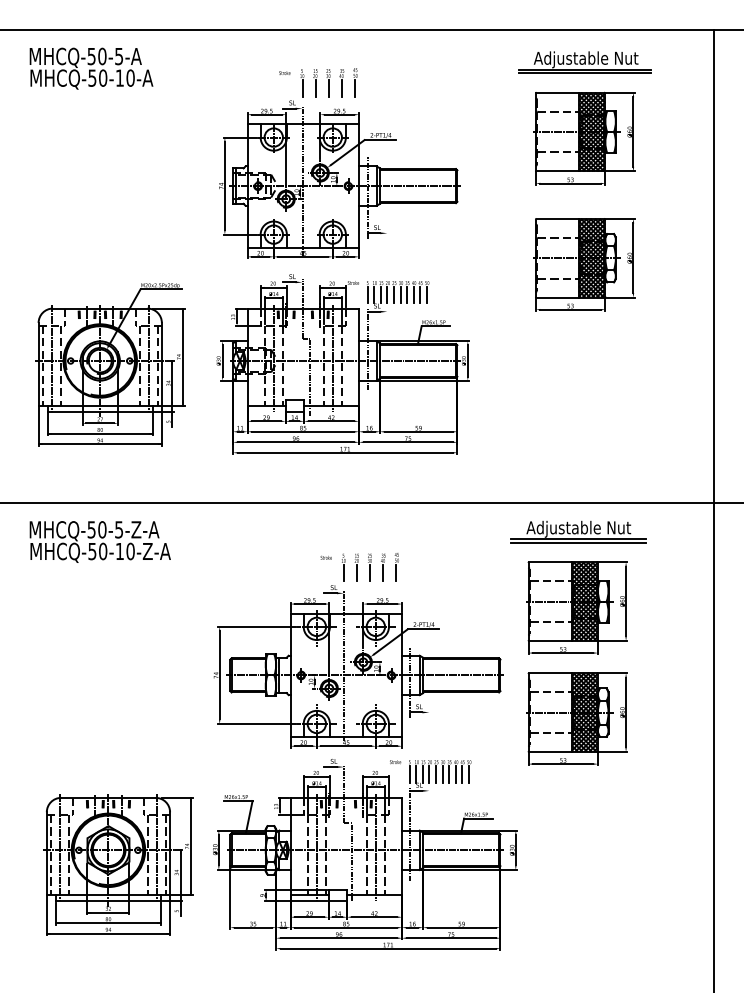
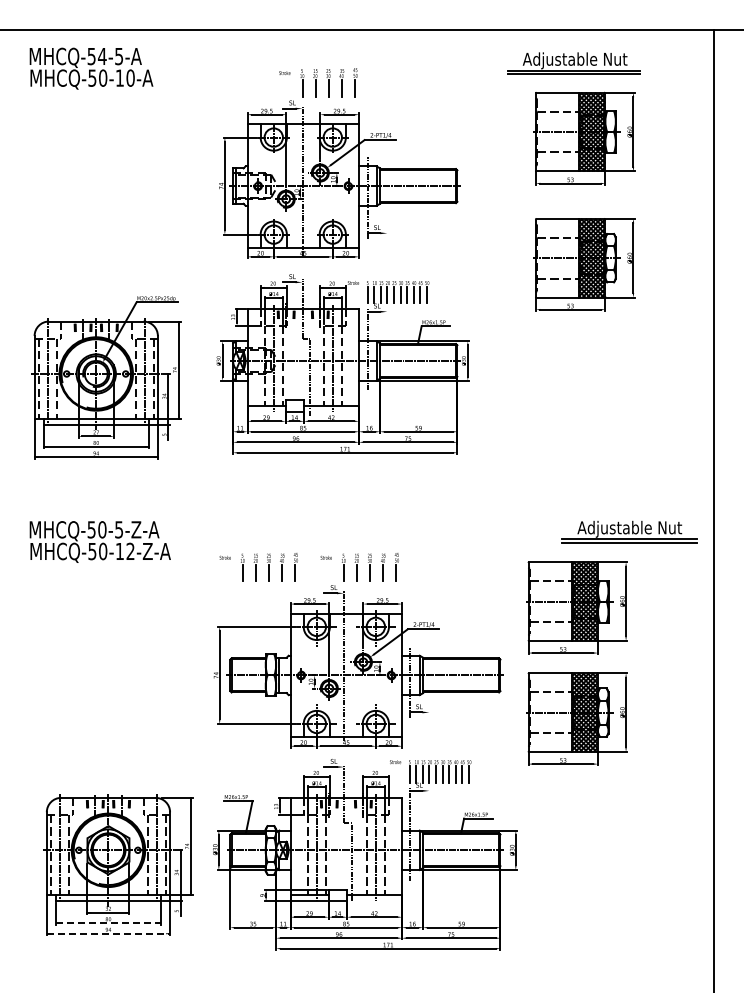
text at (102, 56): MHCQ-50-5-A -> MHCQ-54-5-A
part at (584, 62) position: (584, 62) -> (573, 63)
part at (110, 364) position: (110, 364) -> (106, 377)
line at (371, 503): present -> none
part at (578, 531) position: (578, 531) -> (629, 531)
text at (130, 551): MHCQ-50-10-Z-A -> MHCQ-50-12-Z-A
part at (258, 567): none -> present
line at (108, 923): solid -> dashed
line at (108, 933): solid -> dashed
